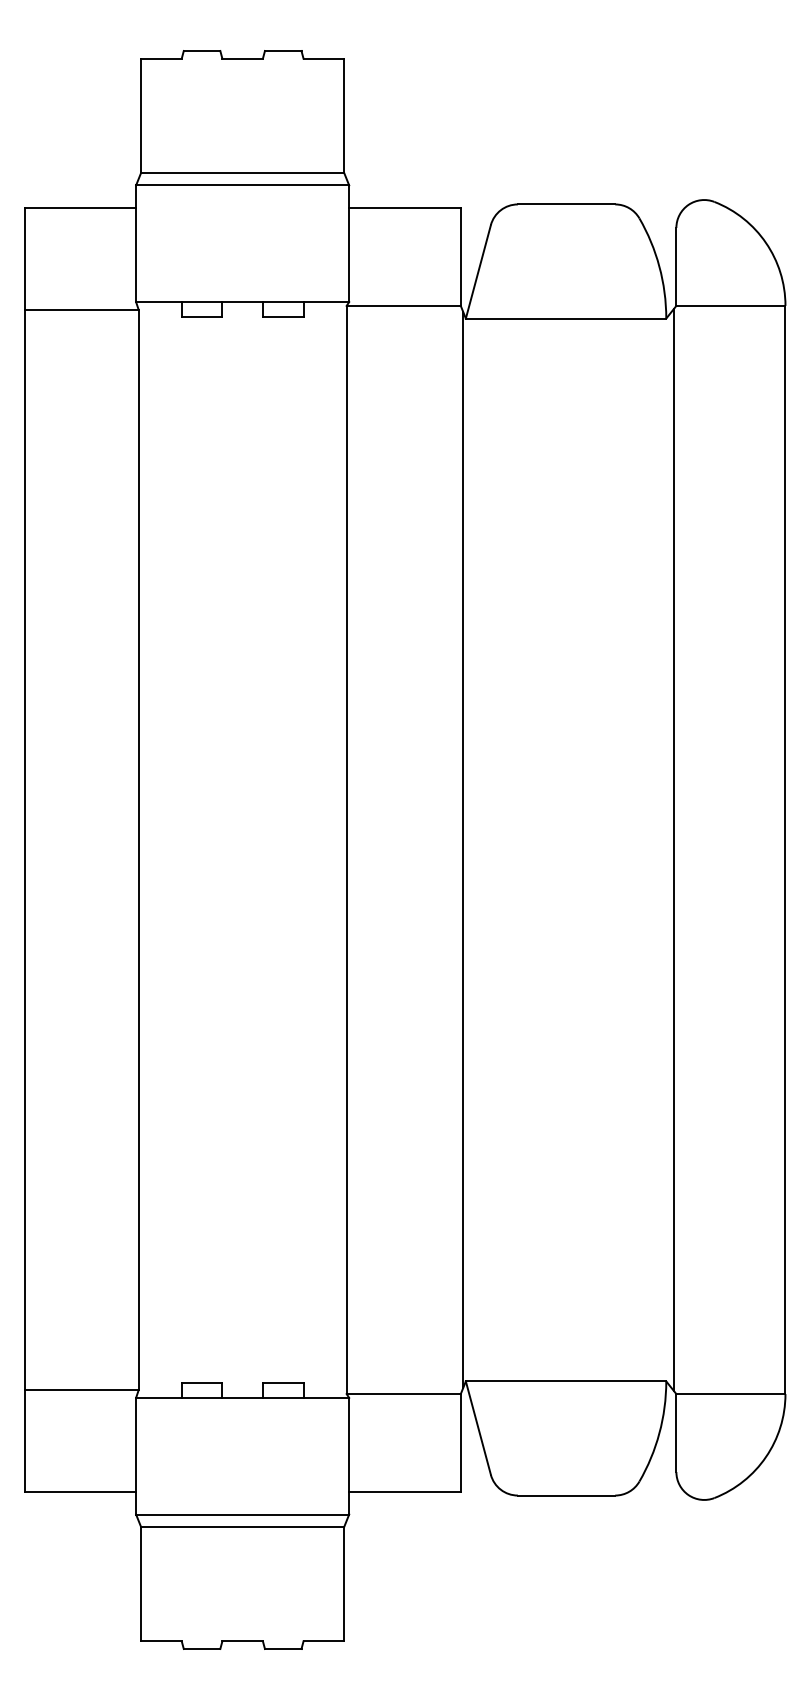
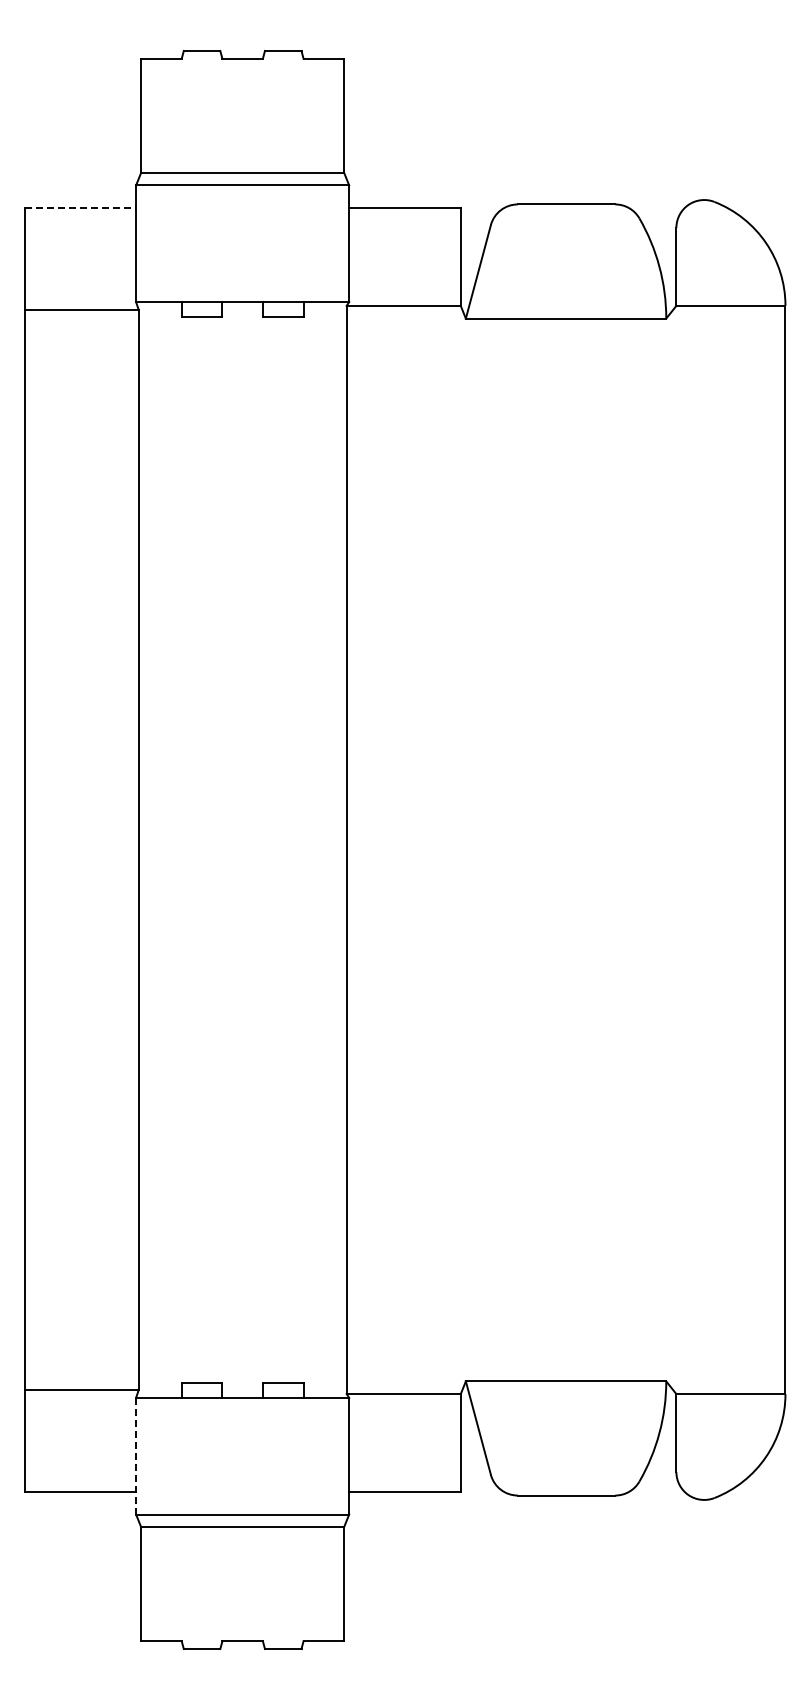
line at (80, 208): solid -> dashed
line at (463, 849): present -> none
line at (673, 849): present -> none
line at (136, 1456): solid -> dashed
